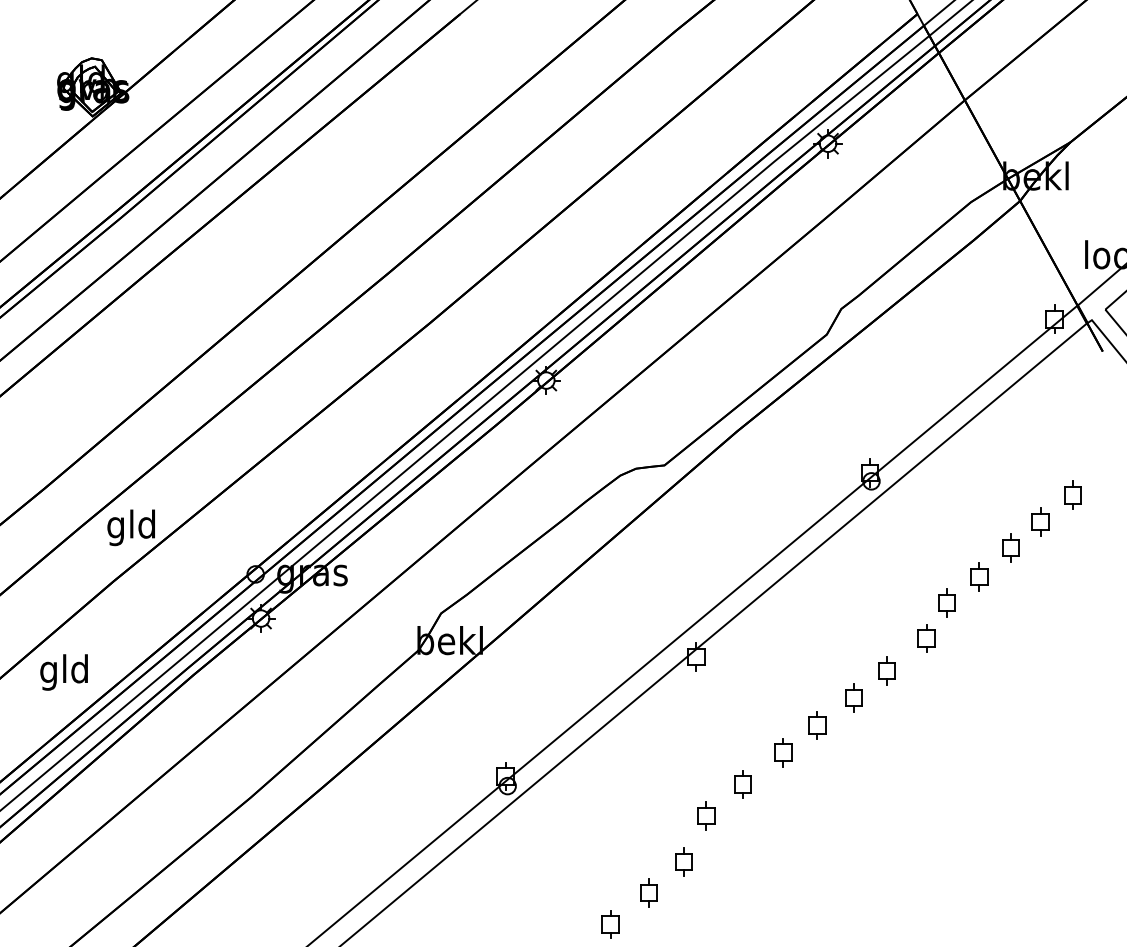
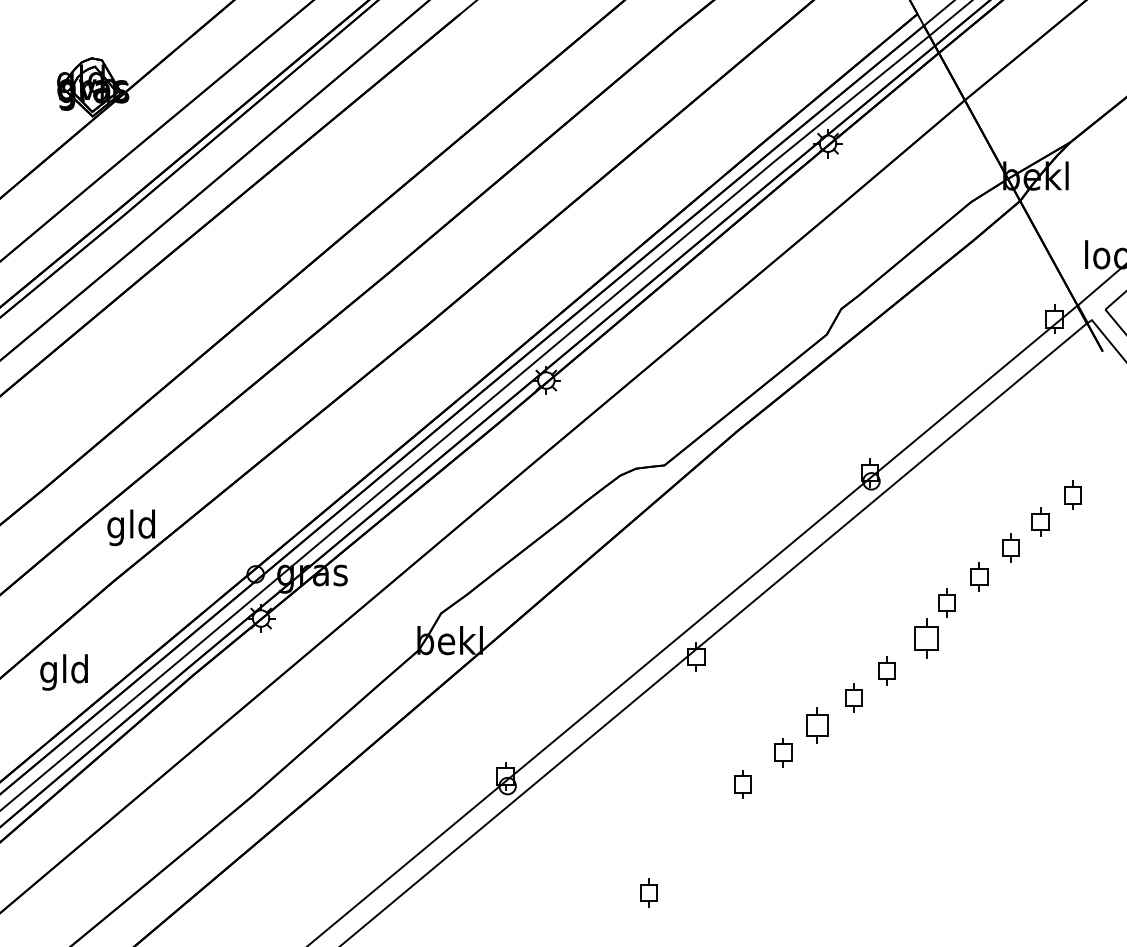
part at (926, 638) size: 19x29 px -> 25x41 px
part at (817, 725) size: 19x29 px -> 23x37 px
part at (706, 815): present -> none
part at (683, 861): present -> none
part at (610, 924): present -> none
